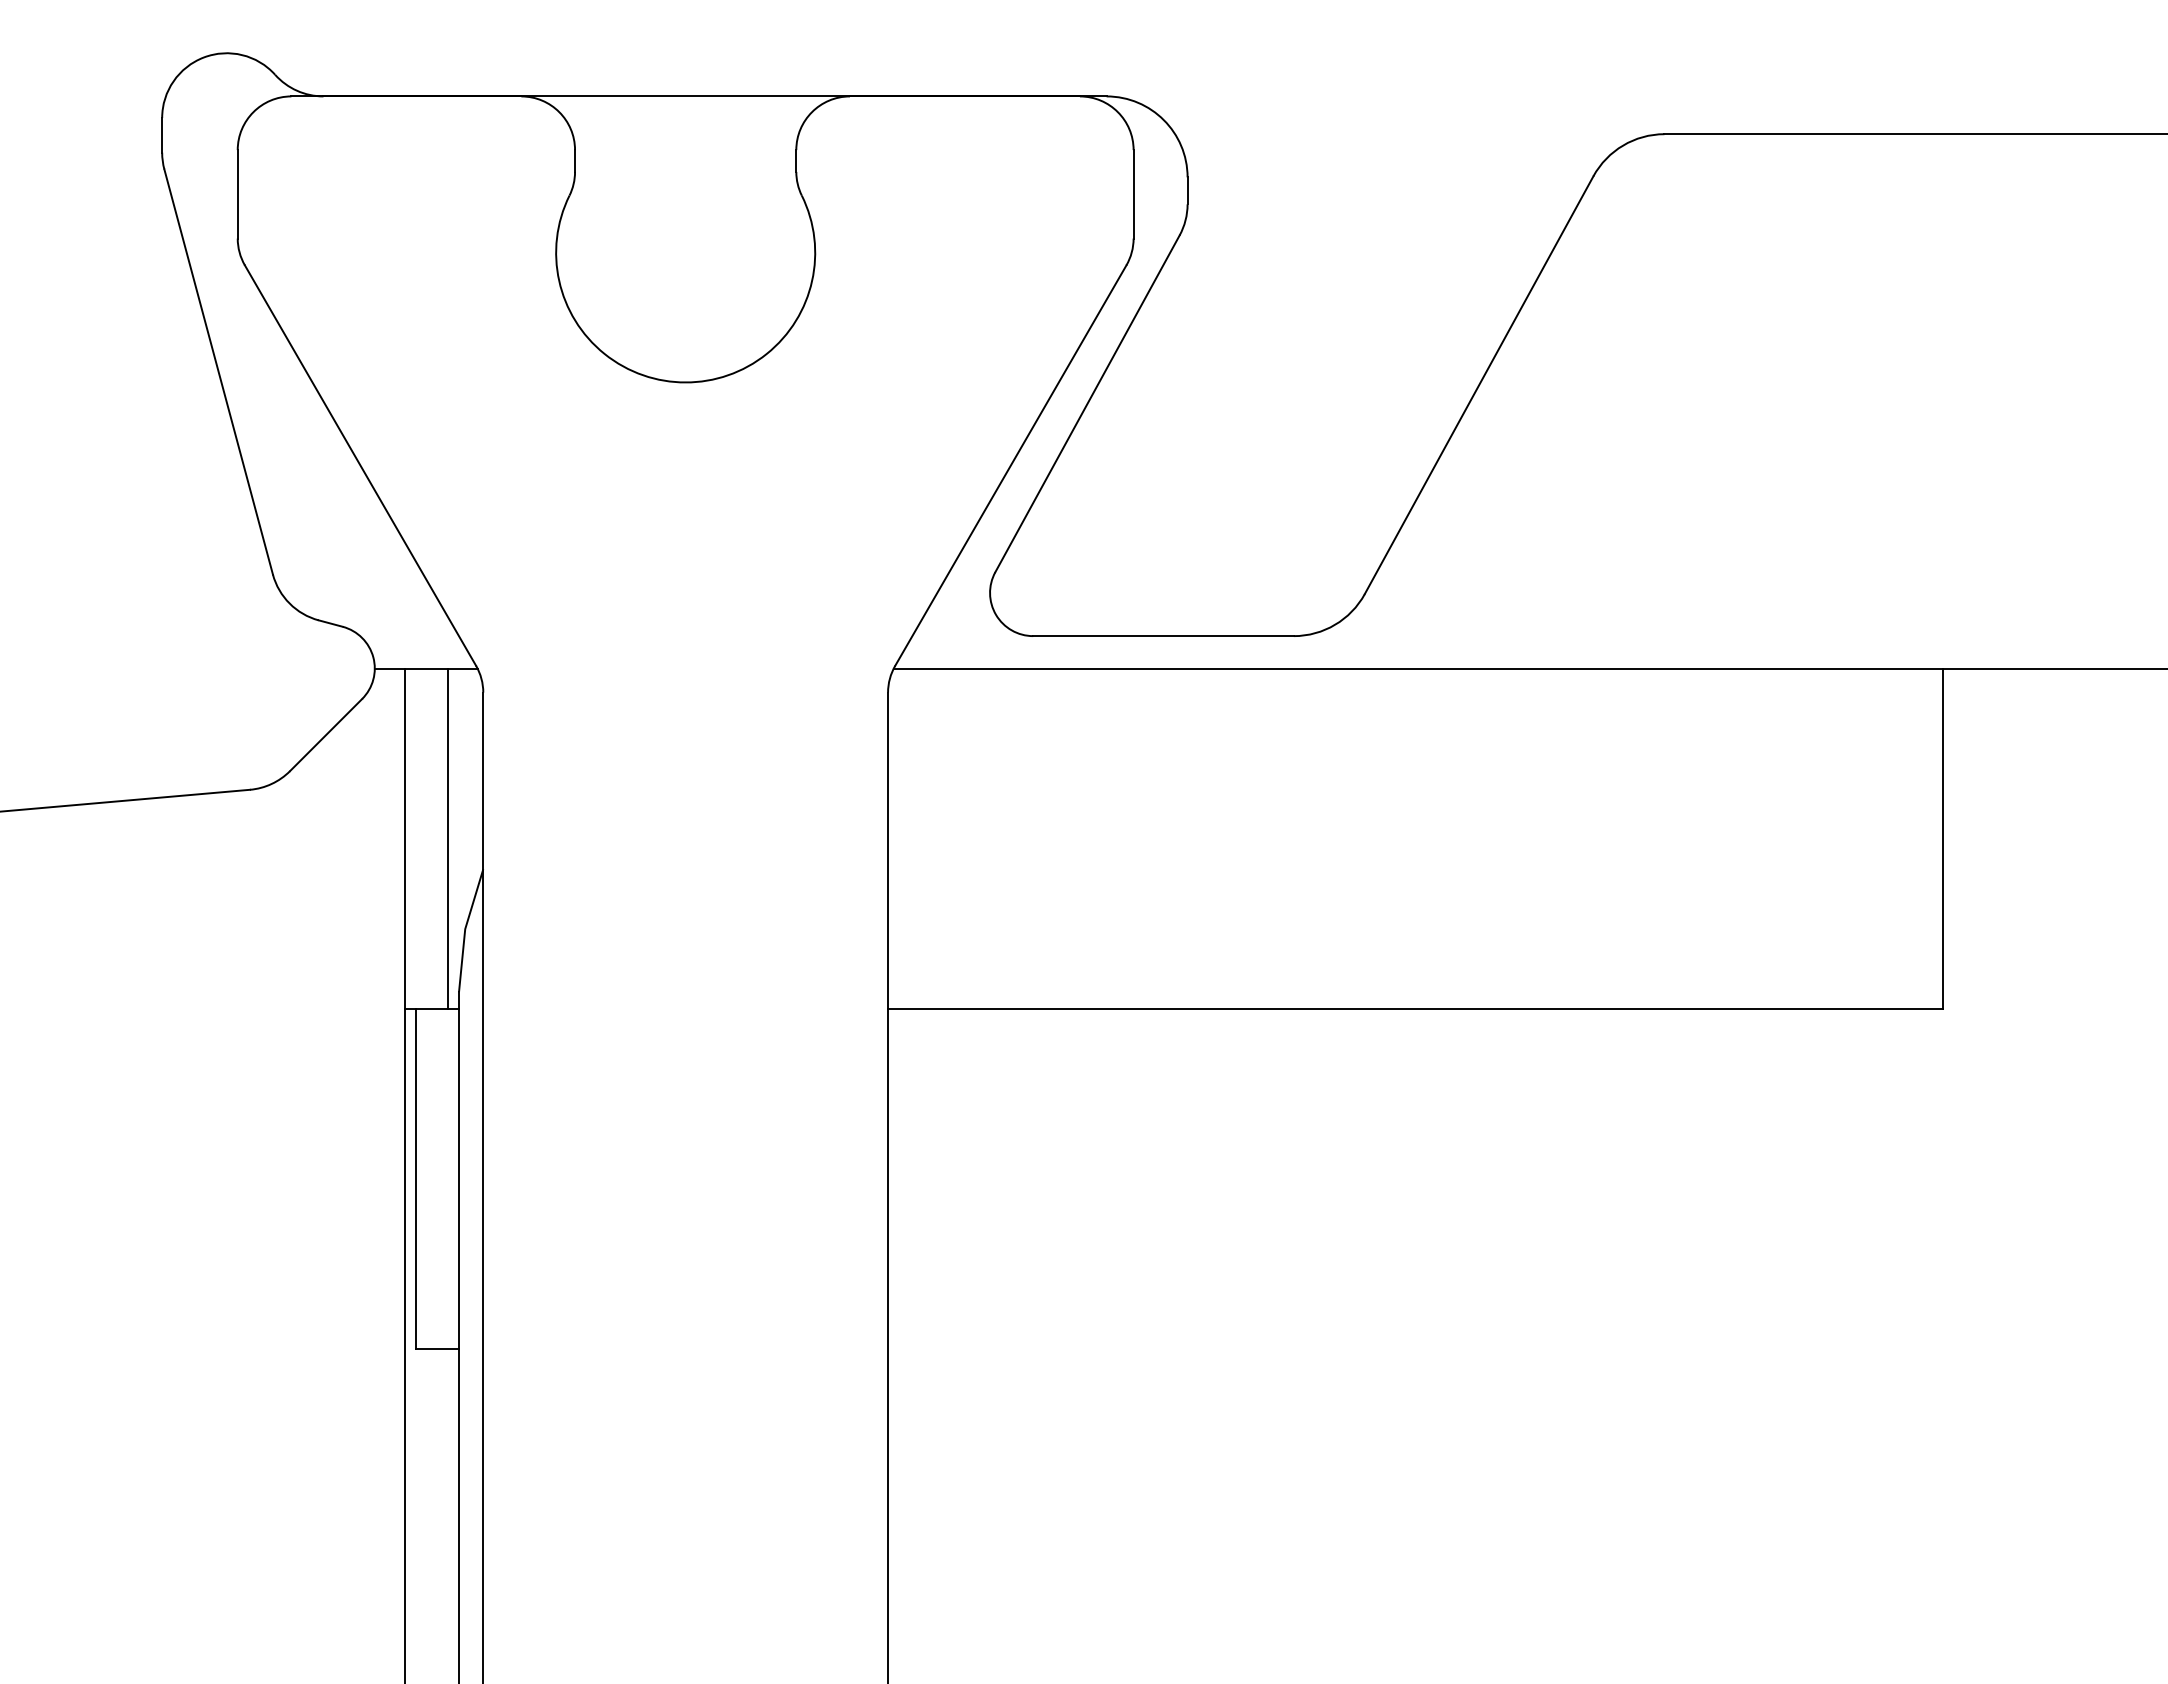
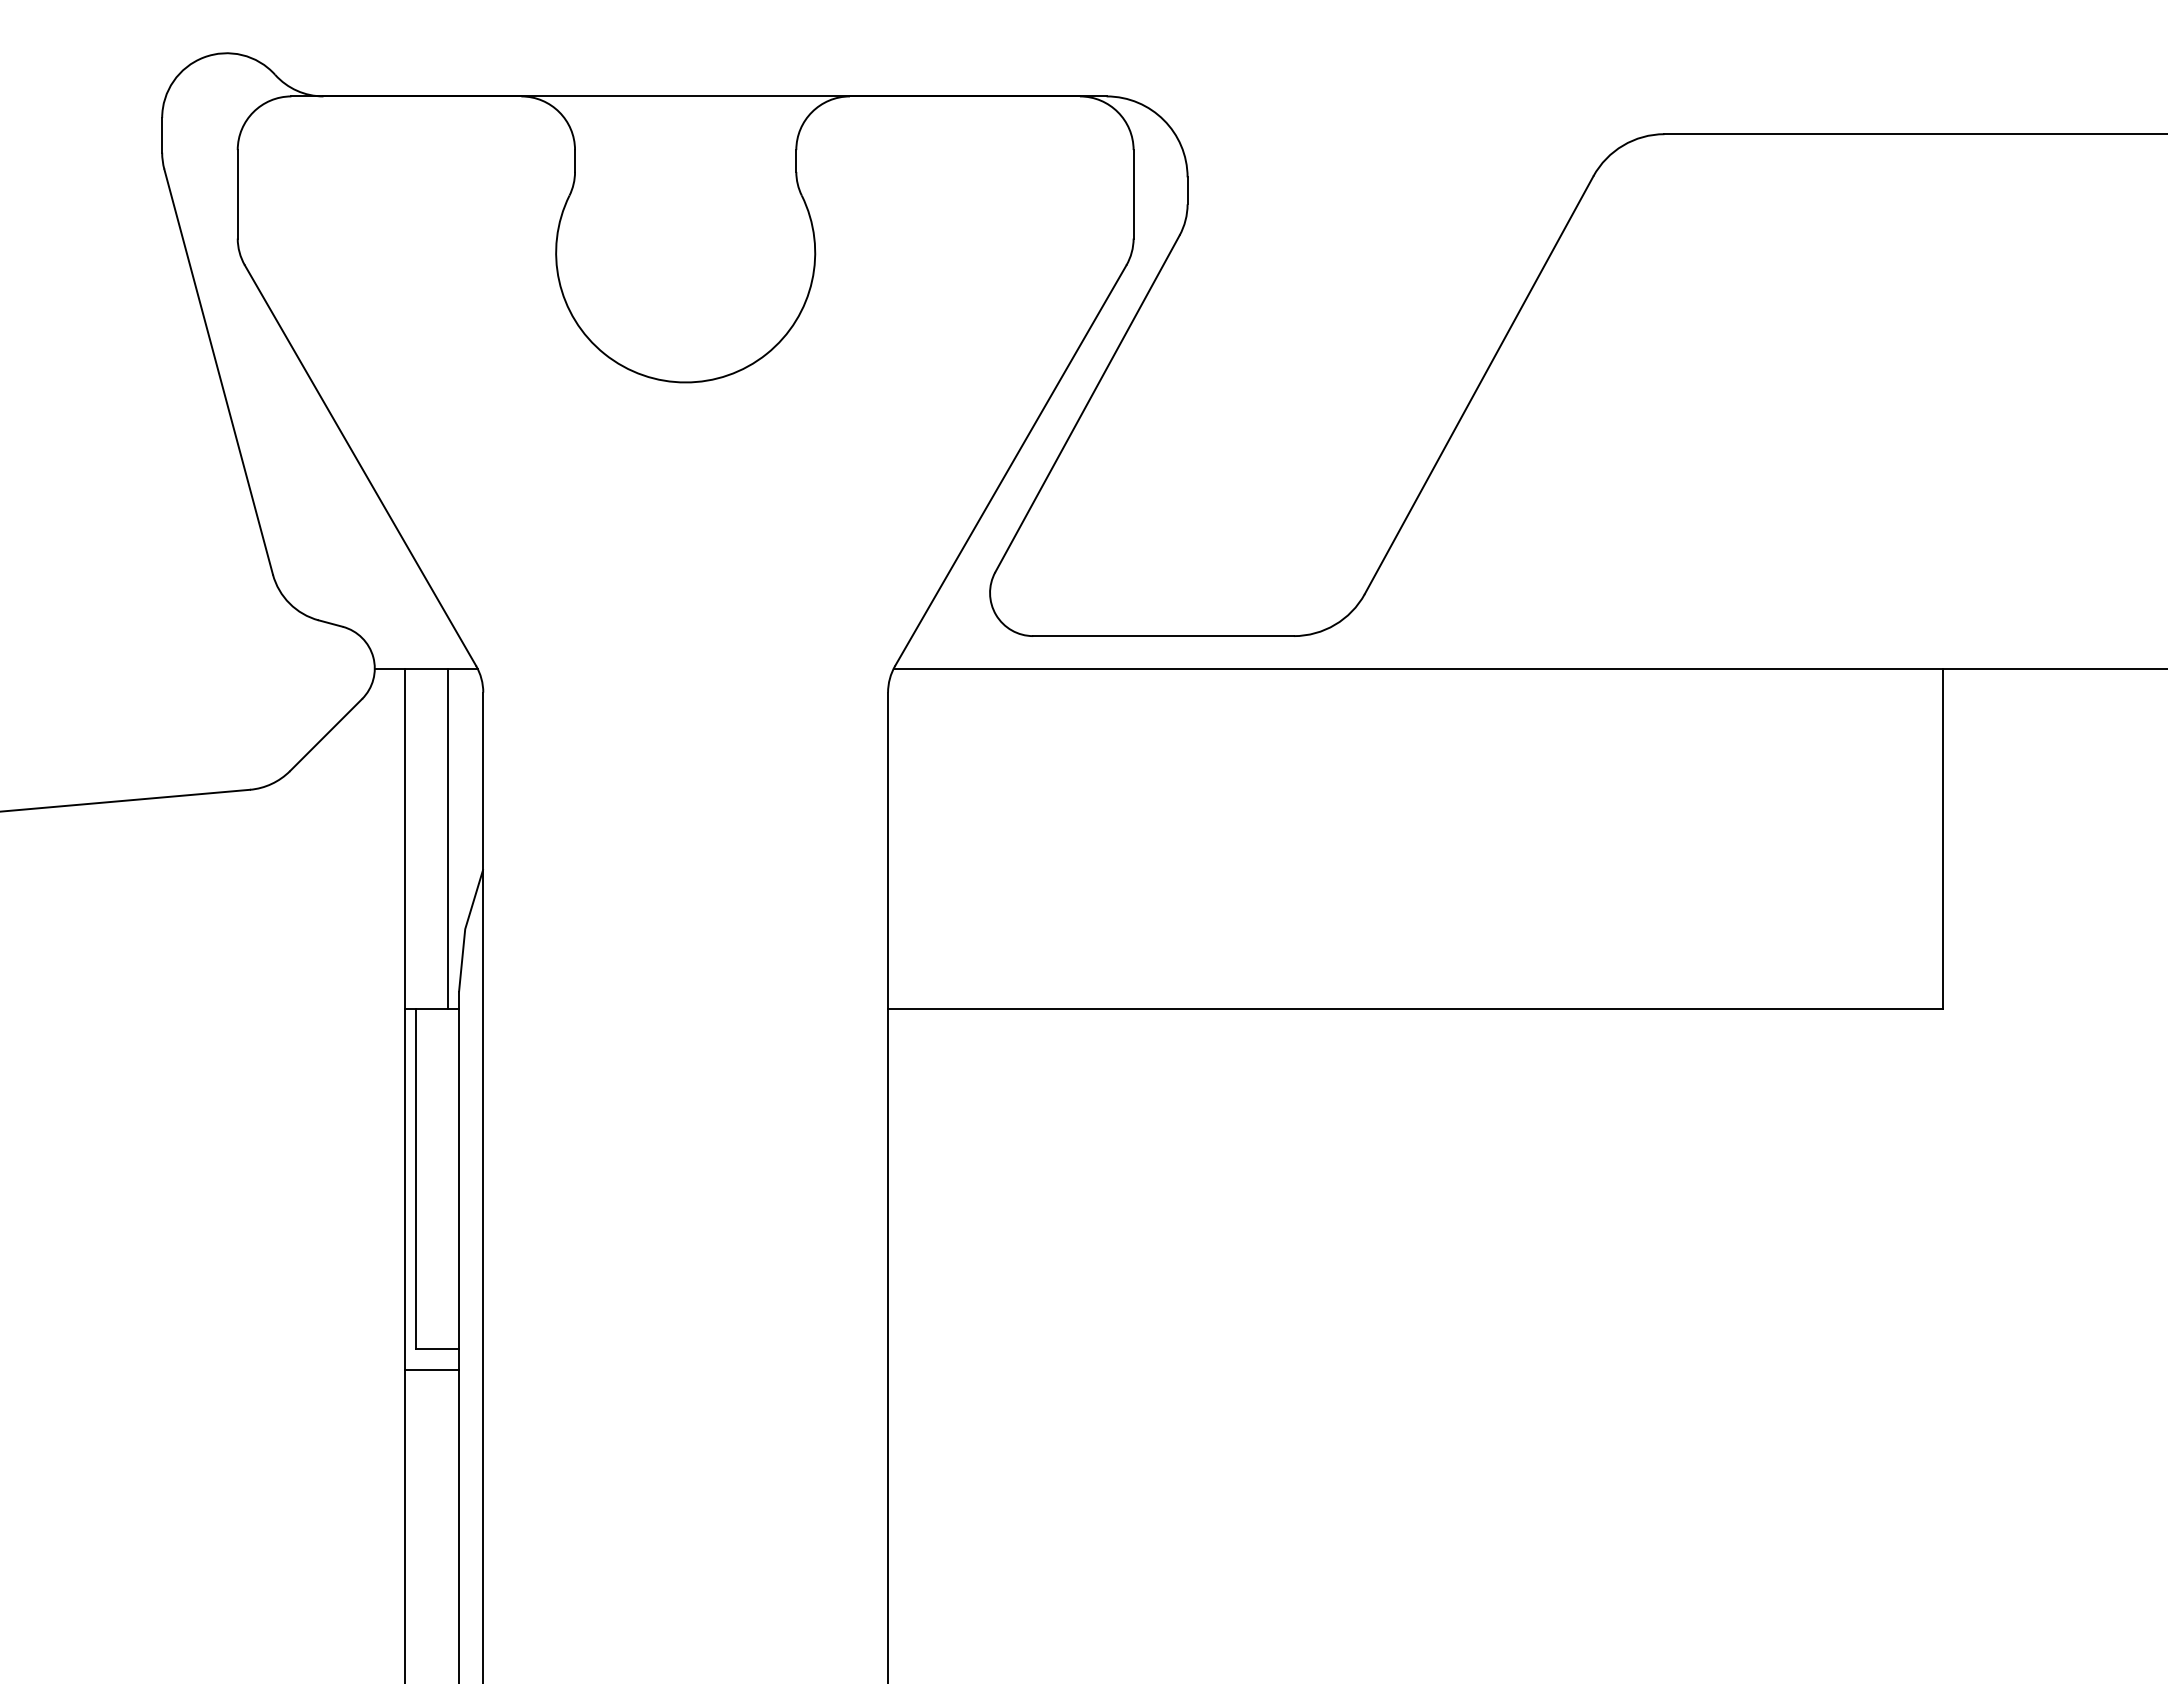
line at (432, 1370): none -> present
